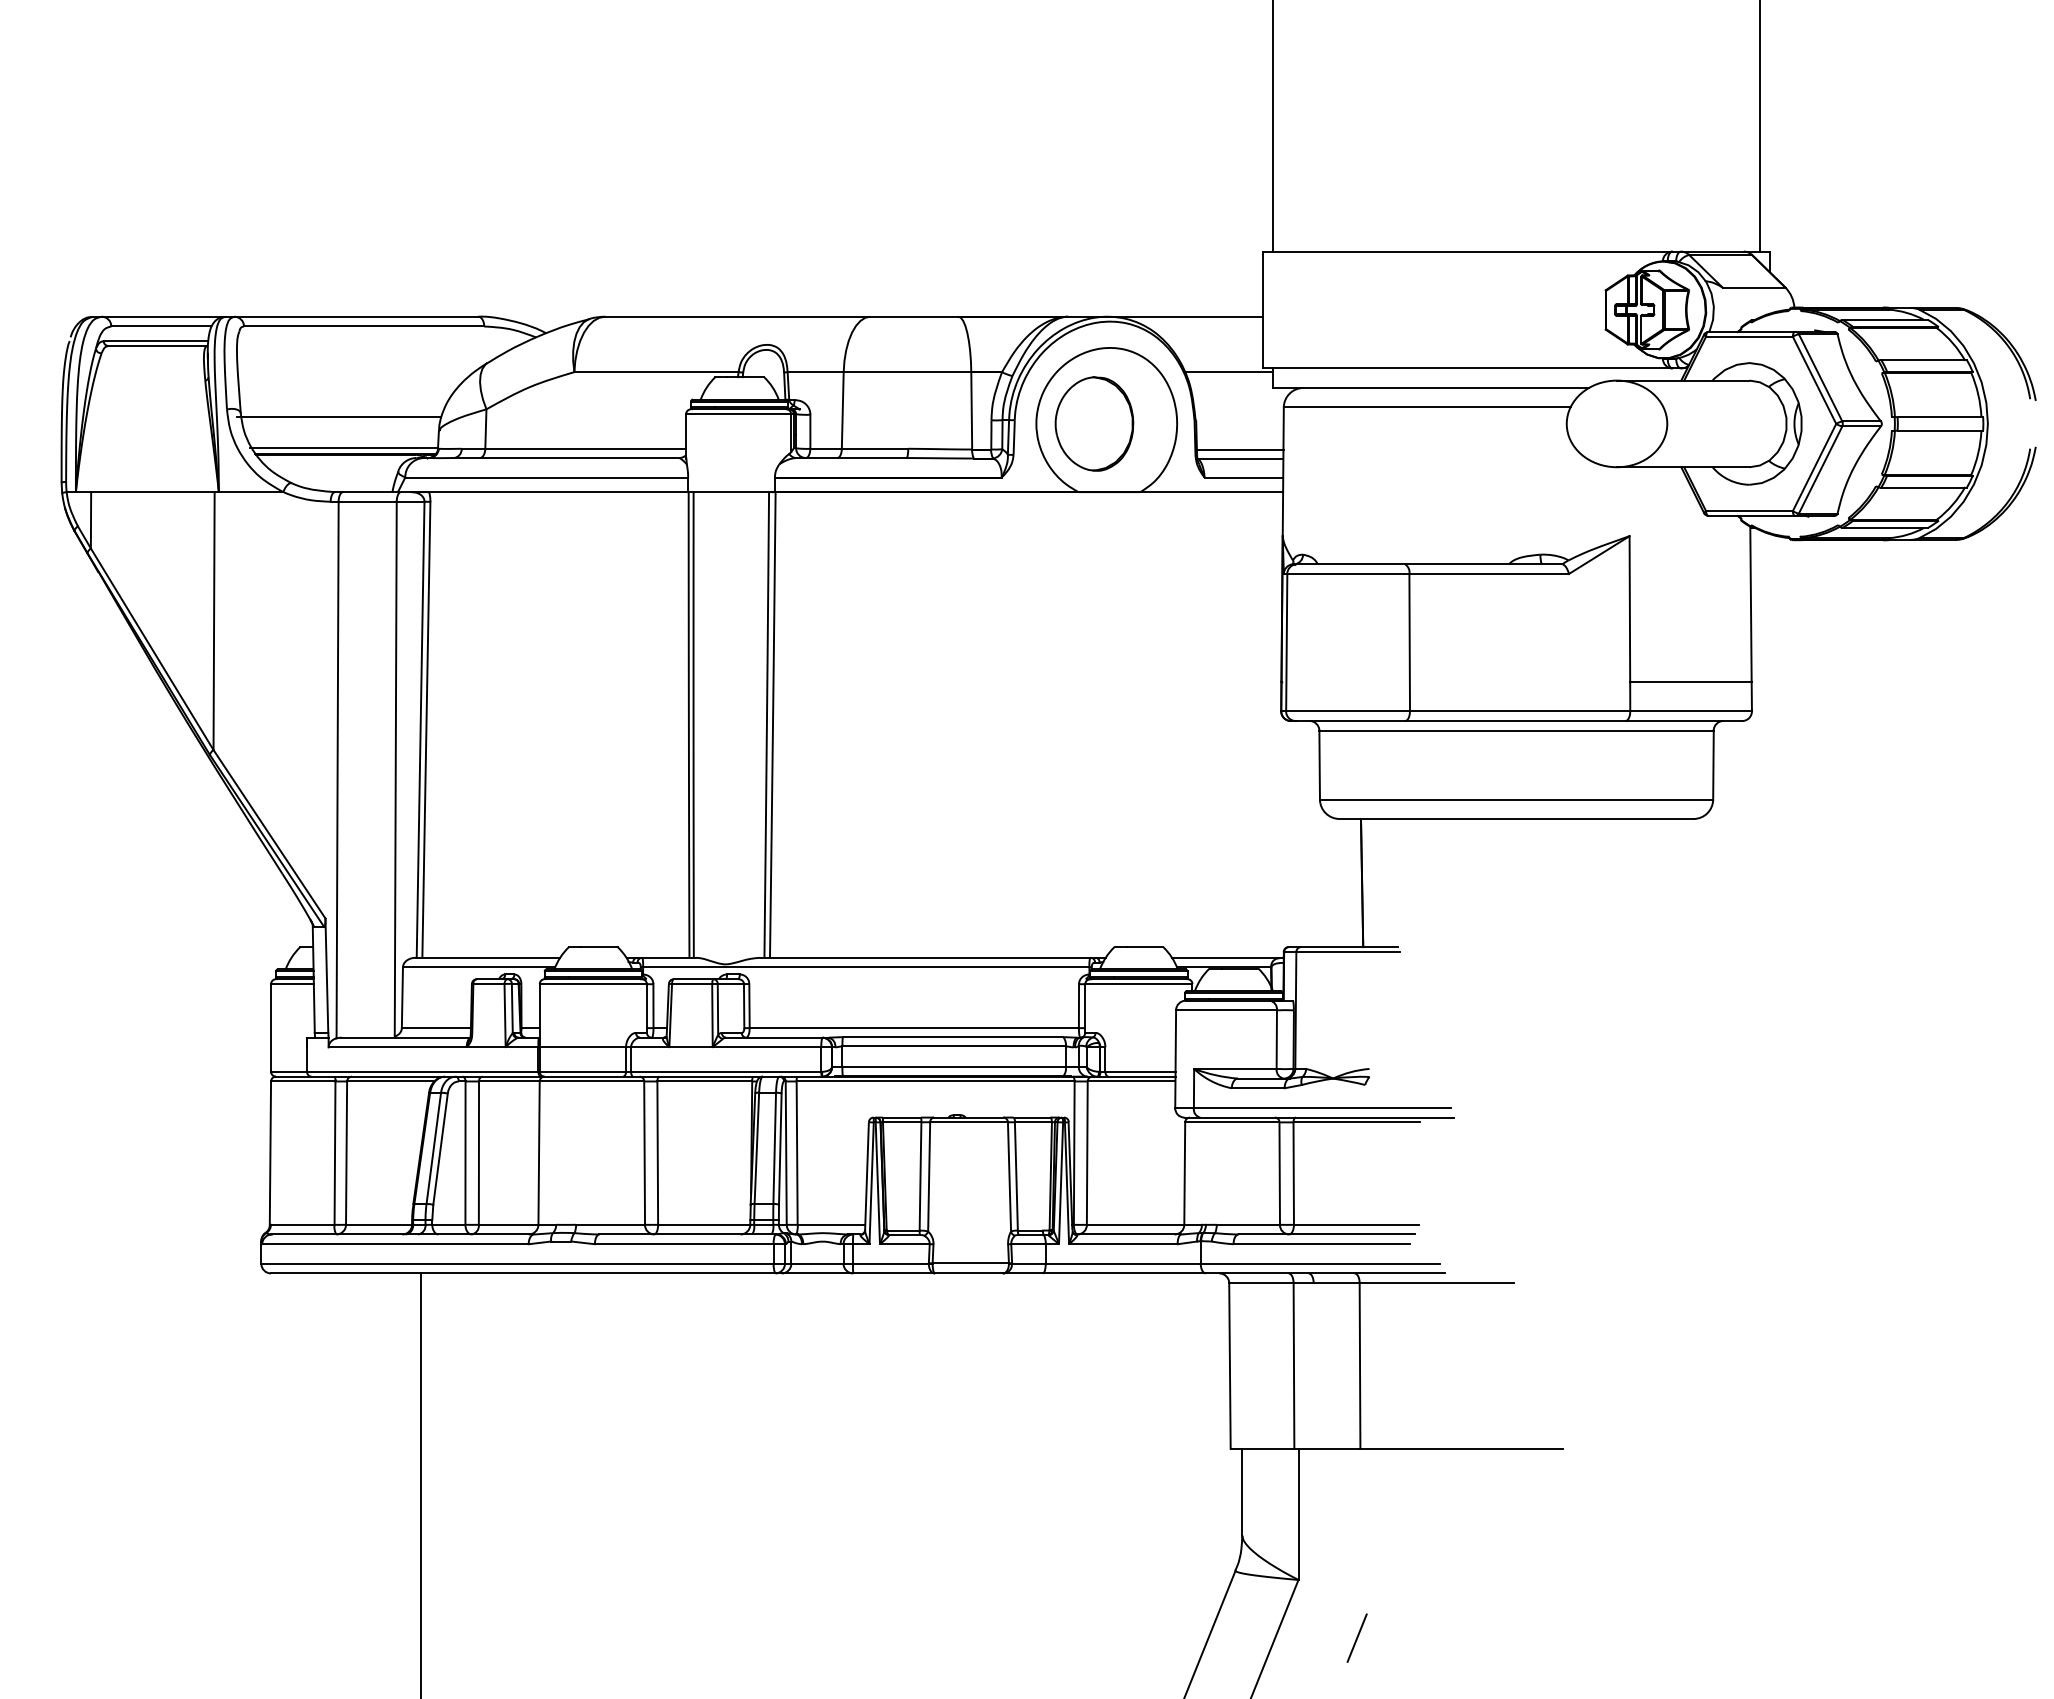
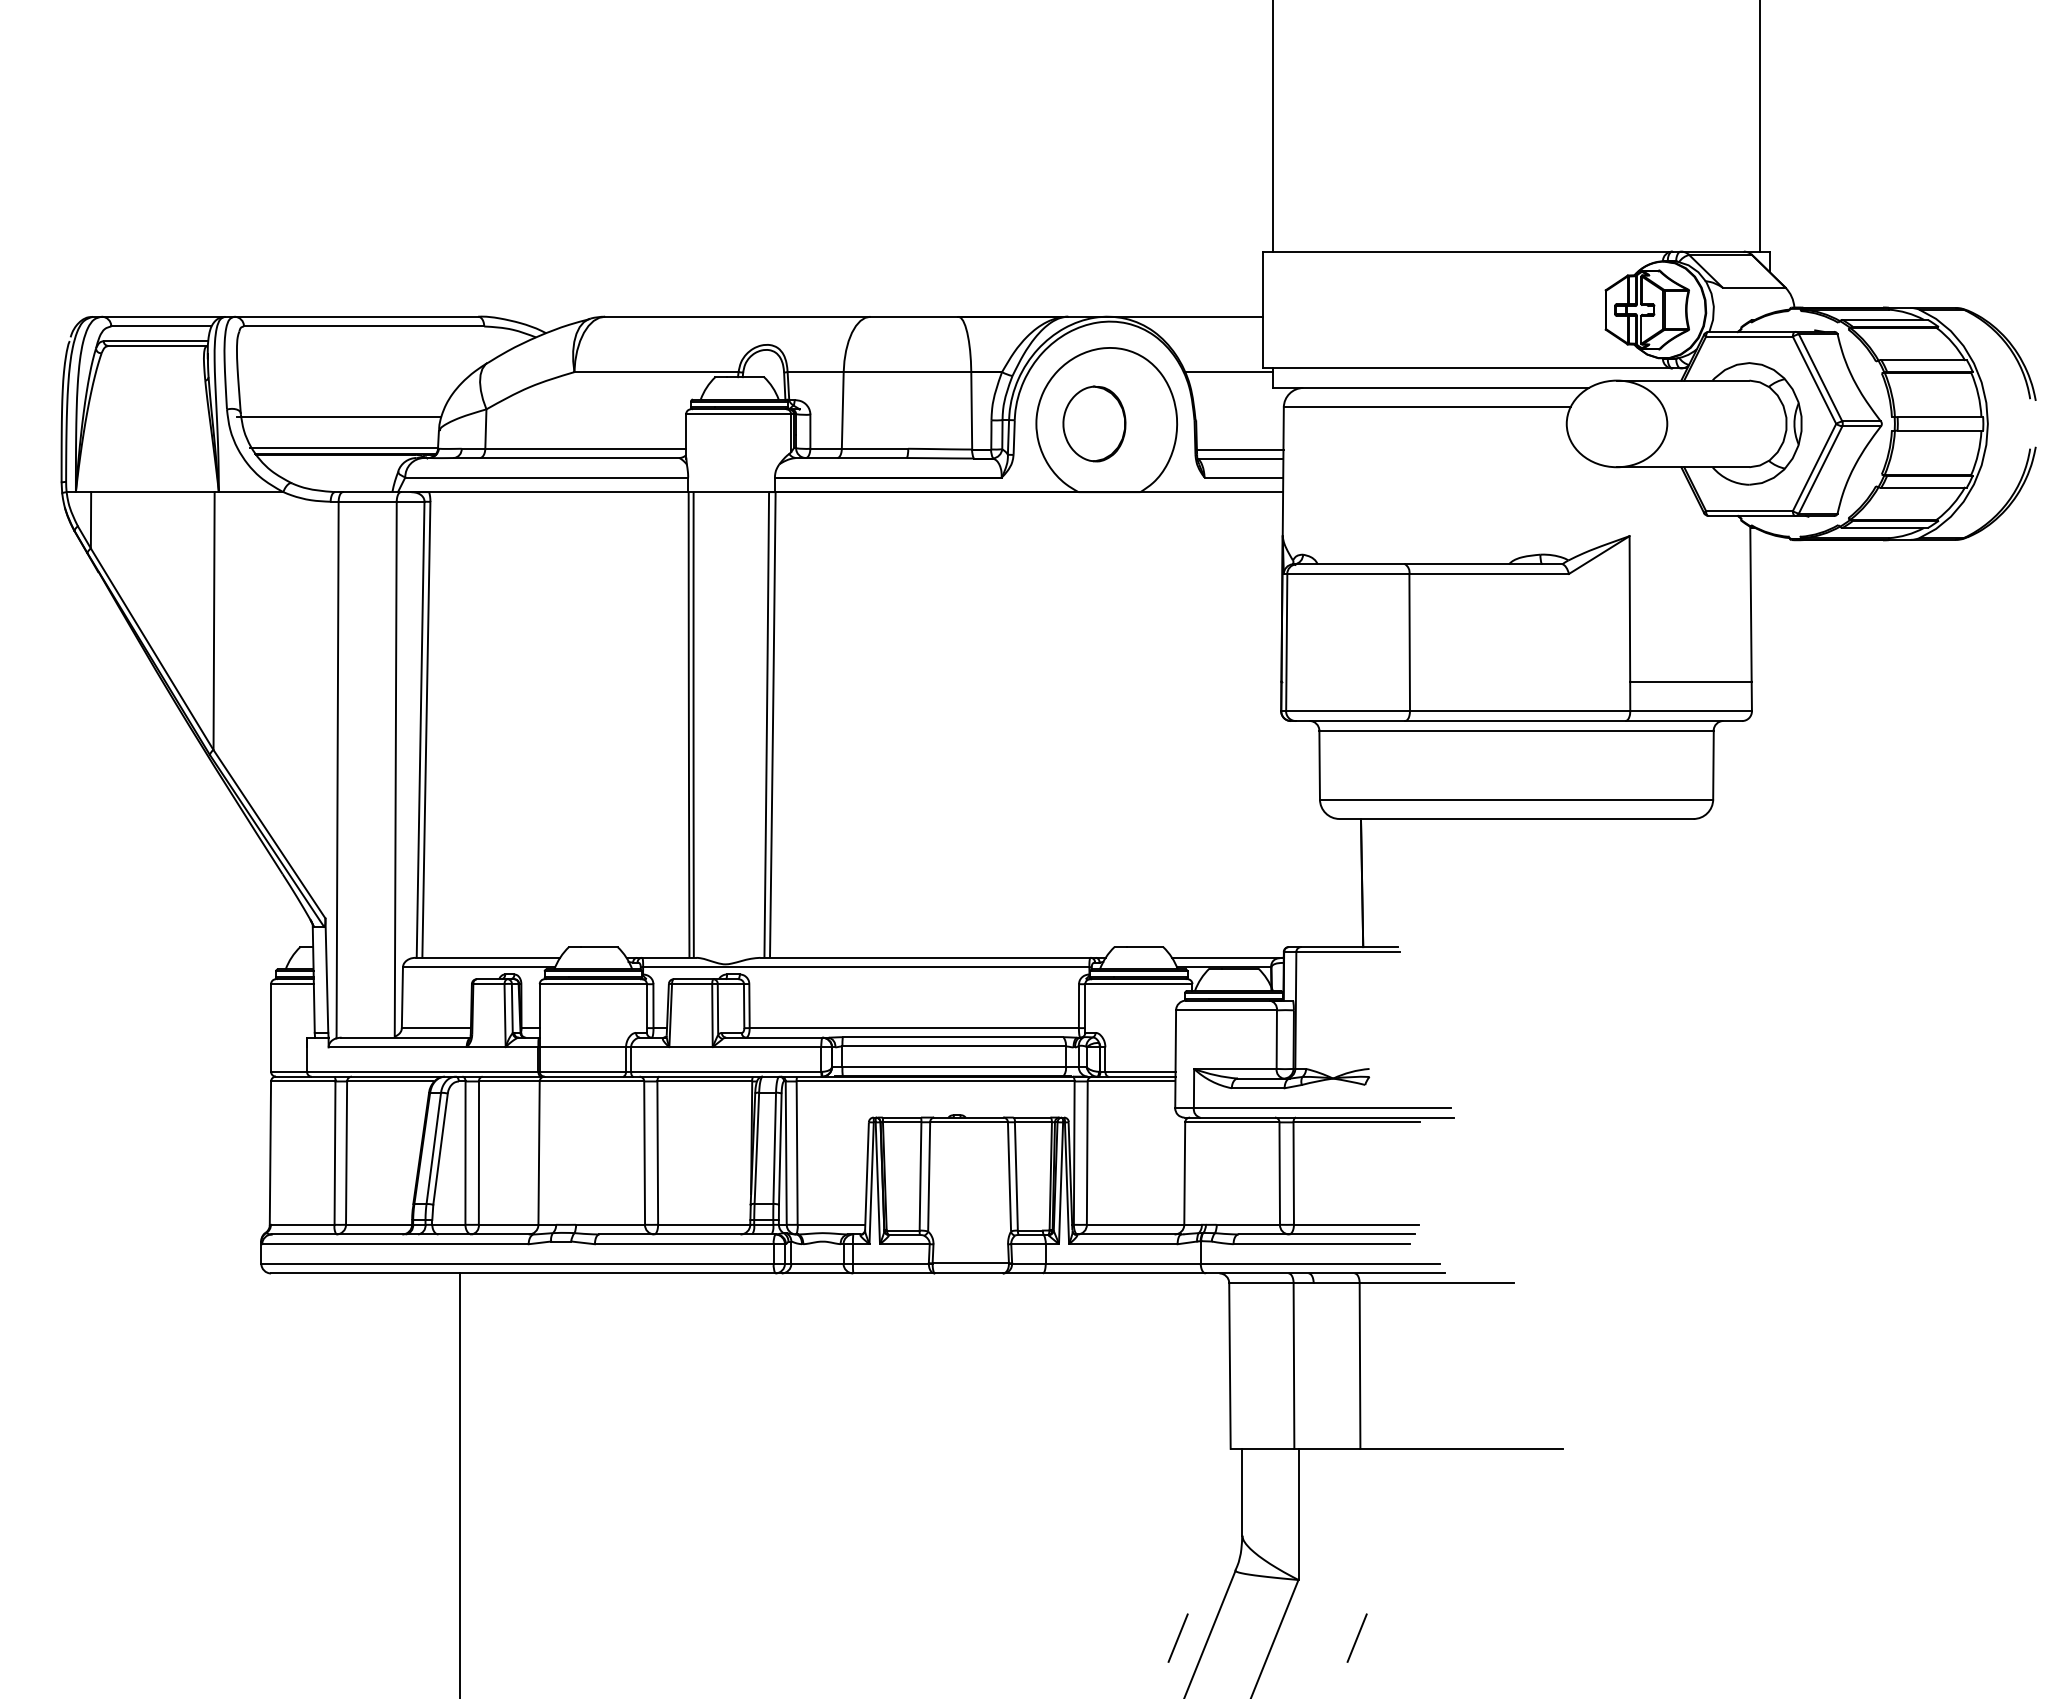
part at (1094, 423) size: 81x96 px -> 65x78 px
line at (420, 1484) position: (420, 1484) -> (459, 1484)
line at (1177, 1637): none -> present
